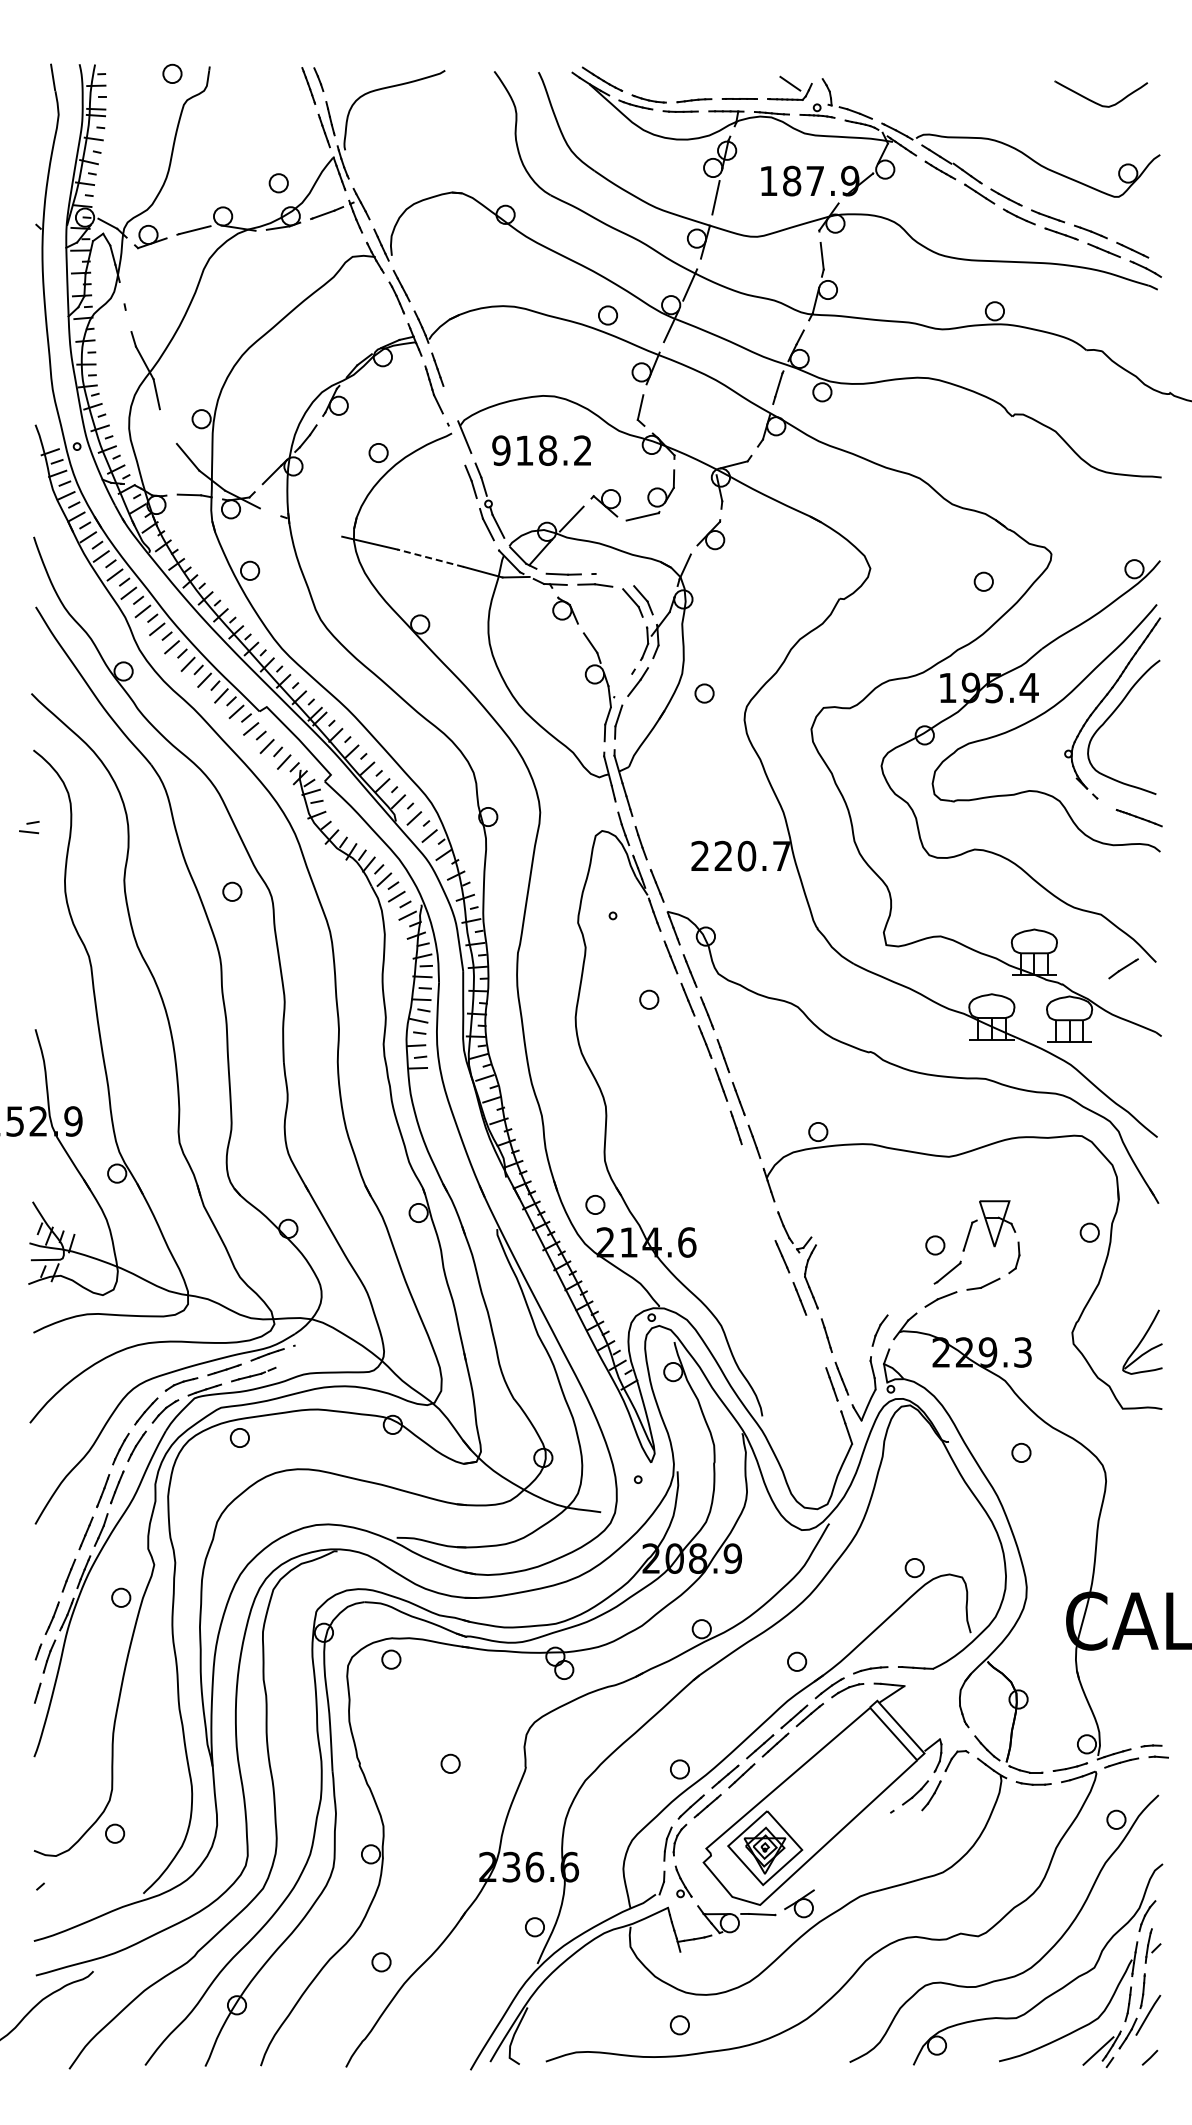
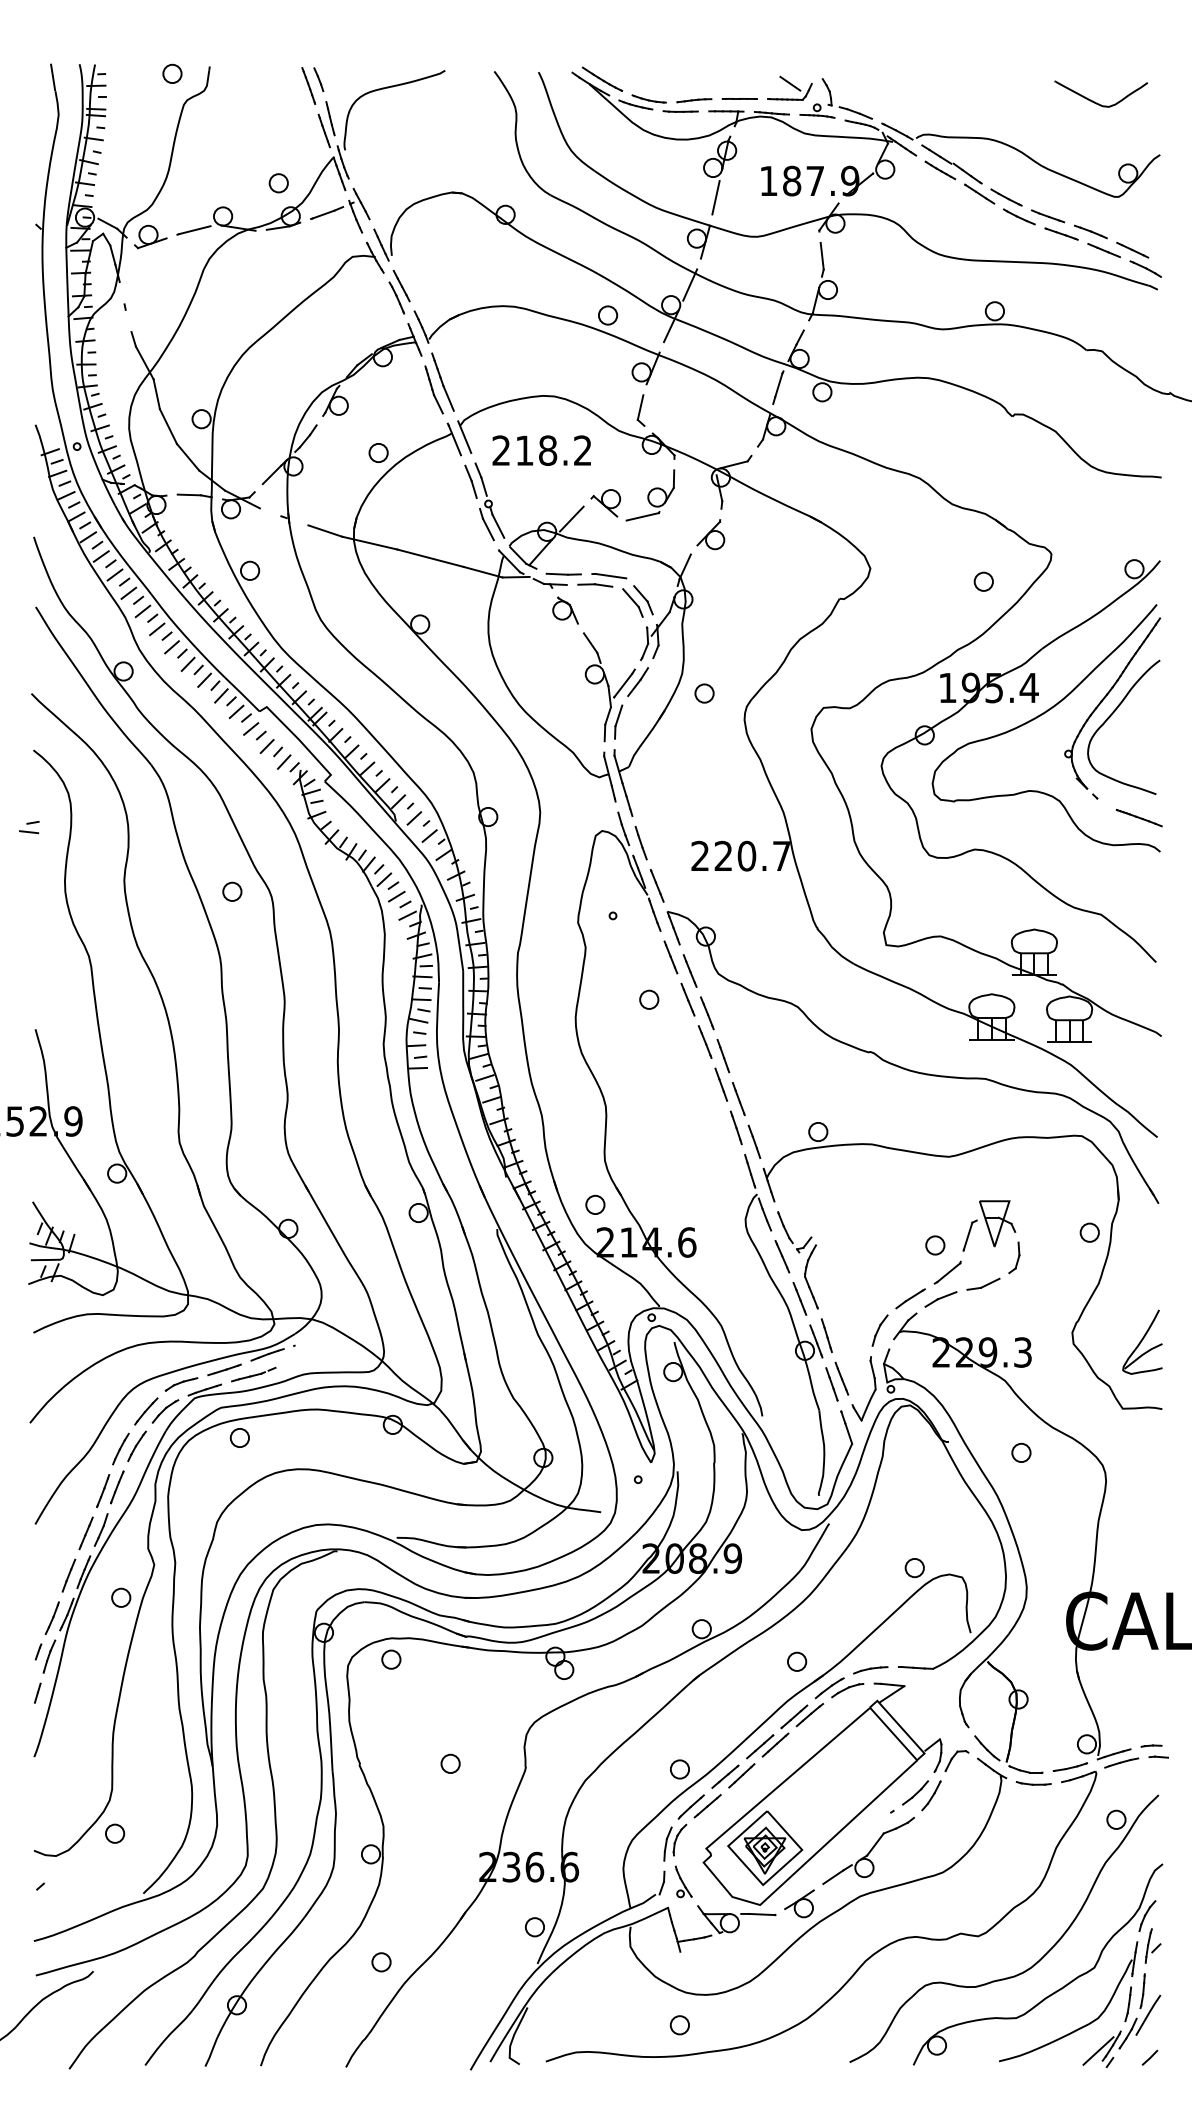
line at (448, 397): none -> present
line at (167, 426): none -> present
line at (454, 440): none -> present
text at (501, 450): 918.2 -> 218.2
line at (325, 530): none -> present
line at (430, 558): dashed -> solid
line at (610, 575): none -> present
line at (623, 685): none -> present
line at (1123, 968) position: (1123, 968) -> (910, 1298)
part at (791, 1321): none -> present
part at (868, 1850): none -> present
